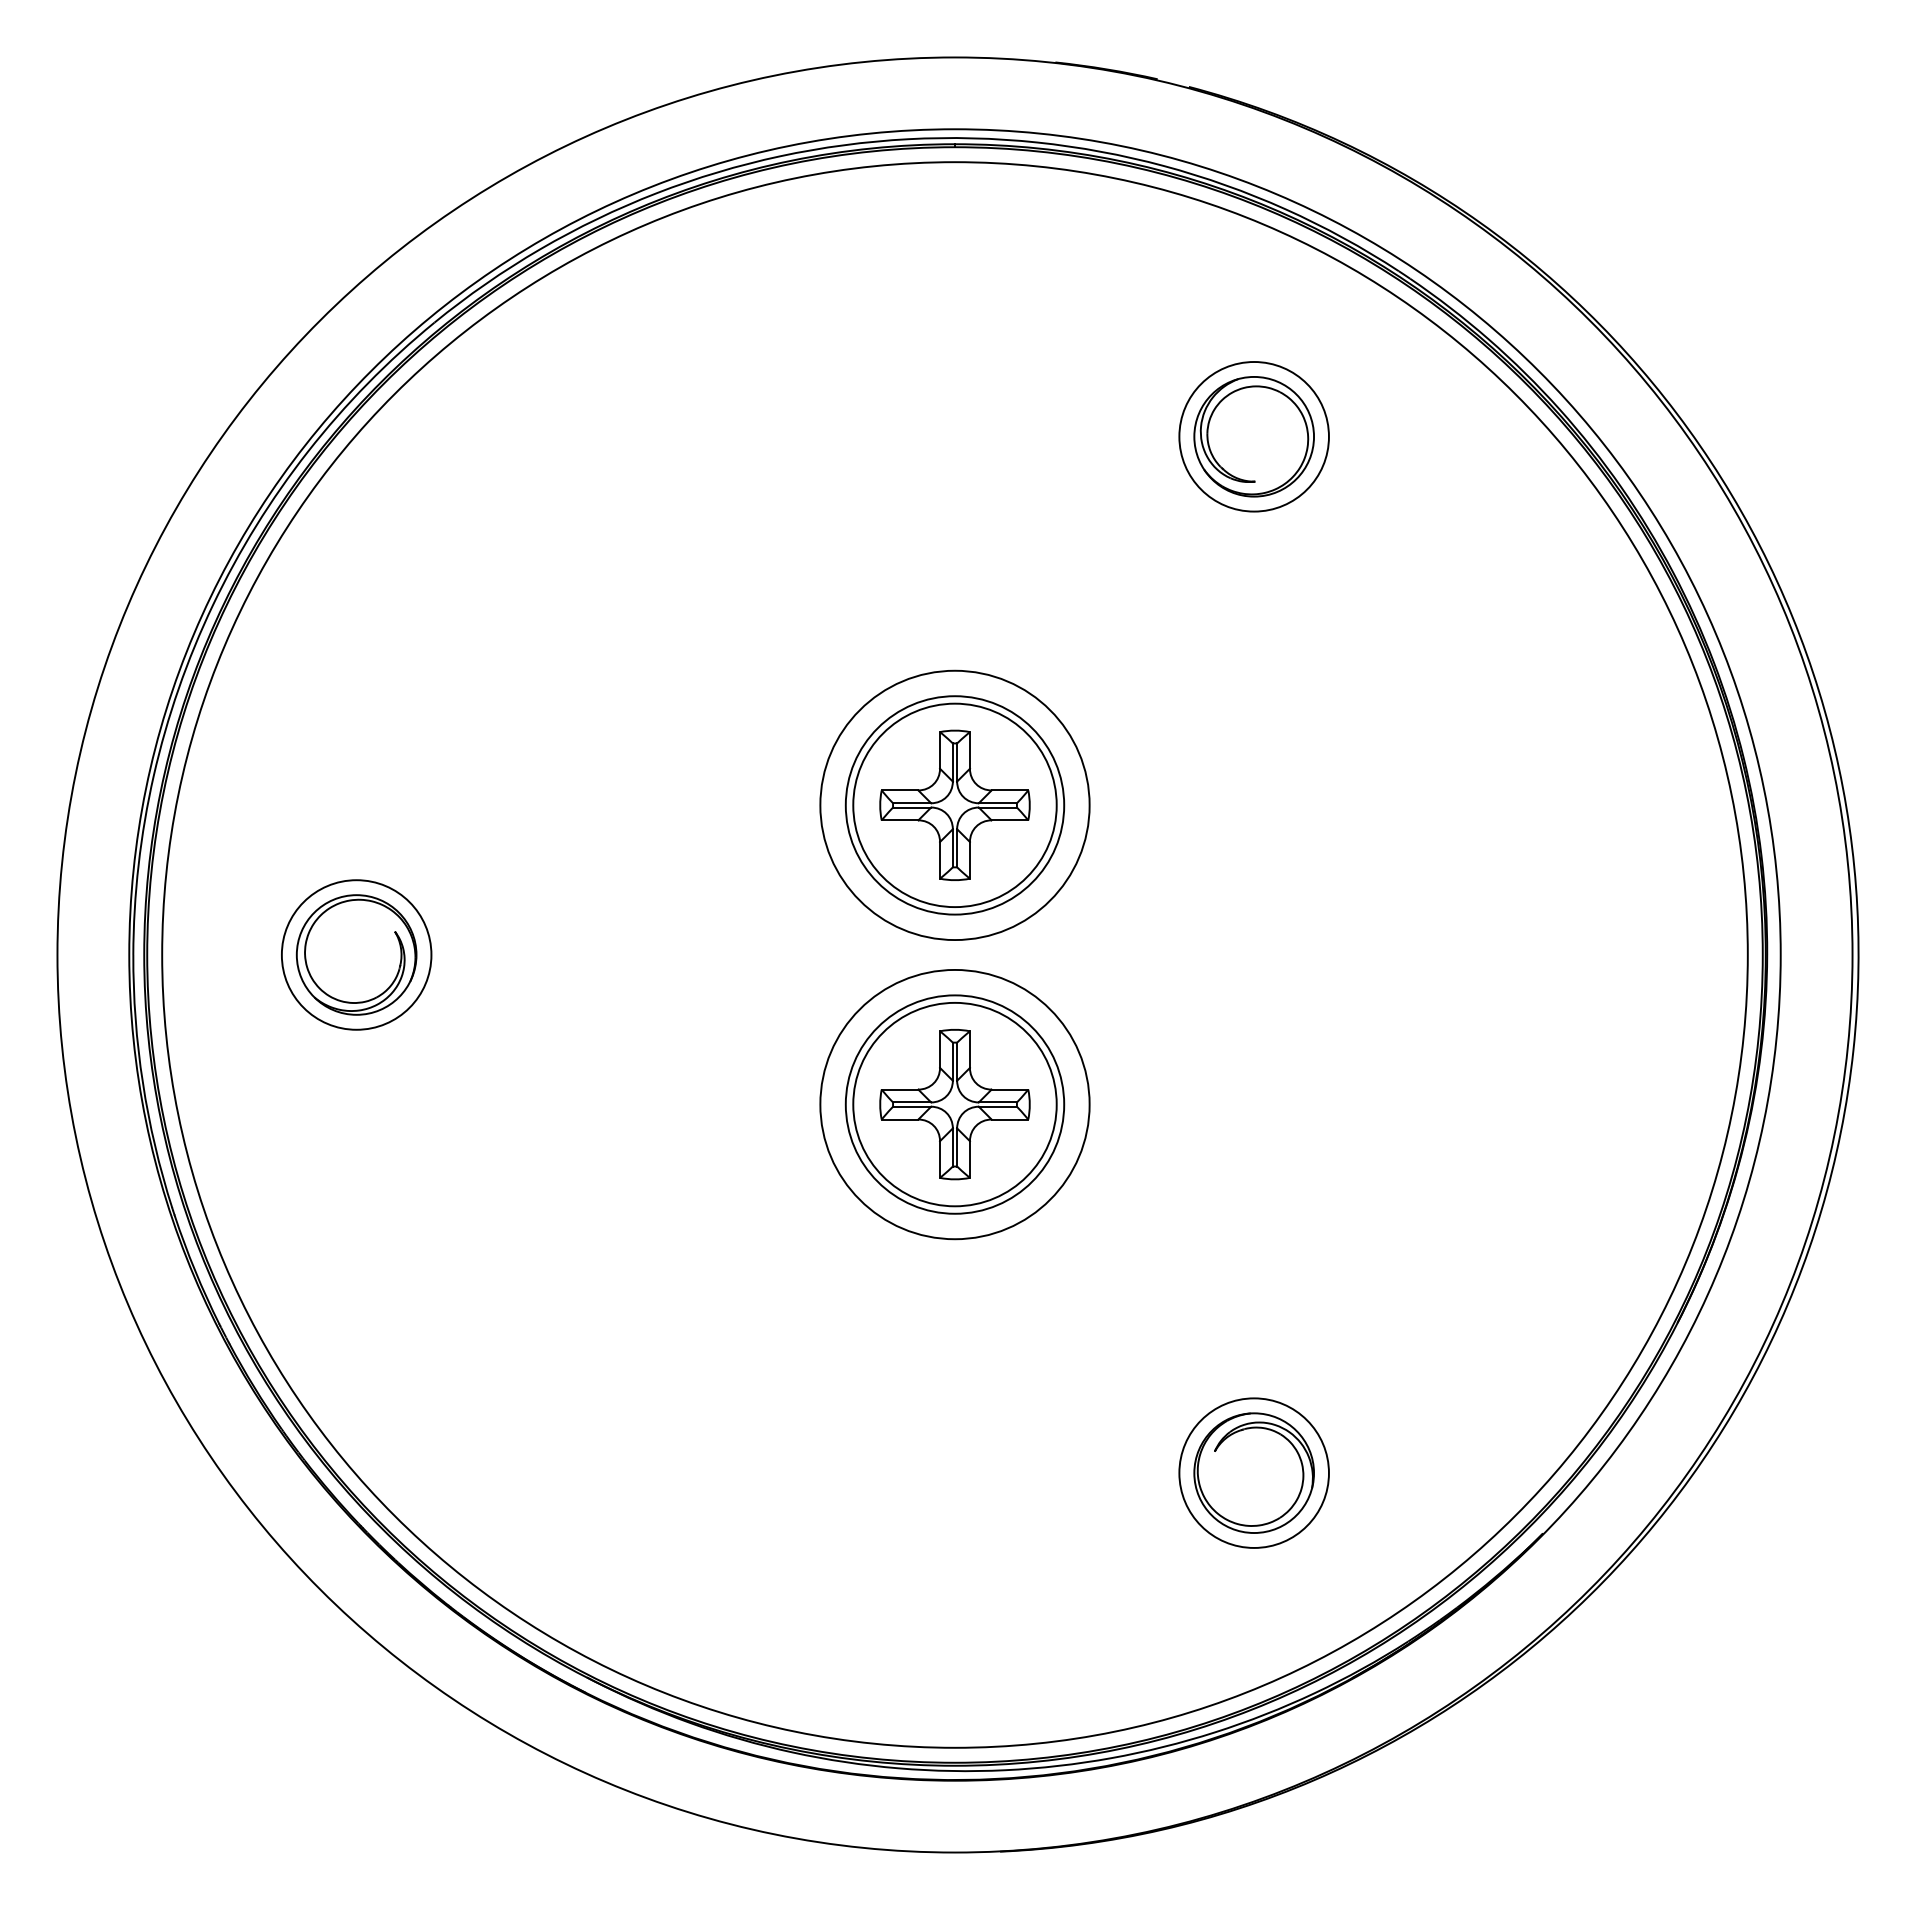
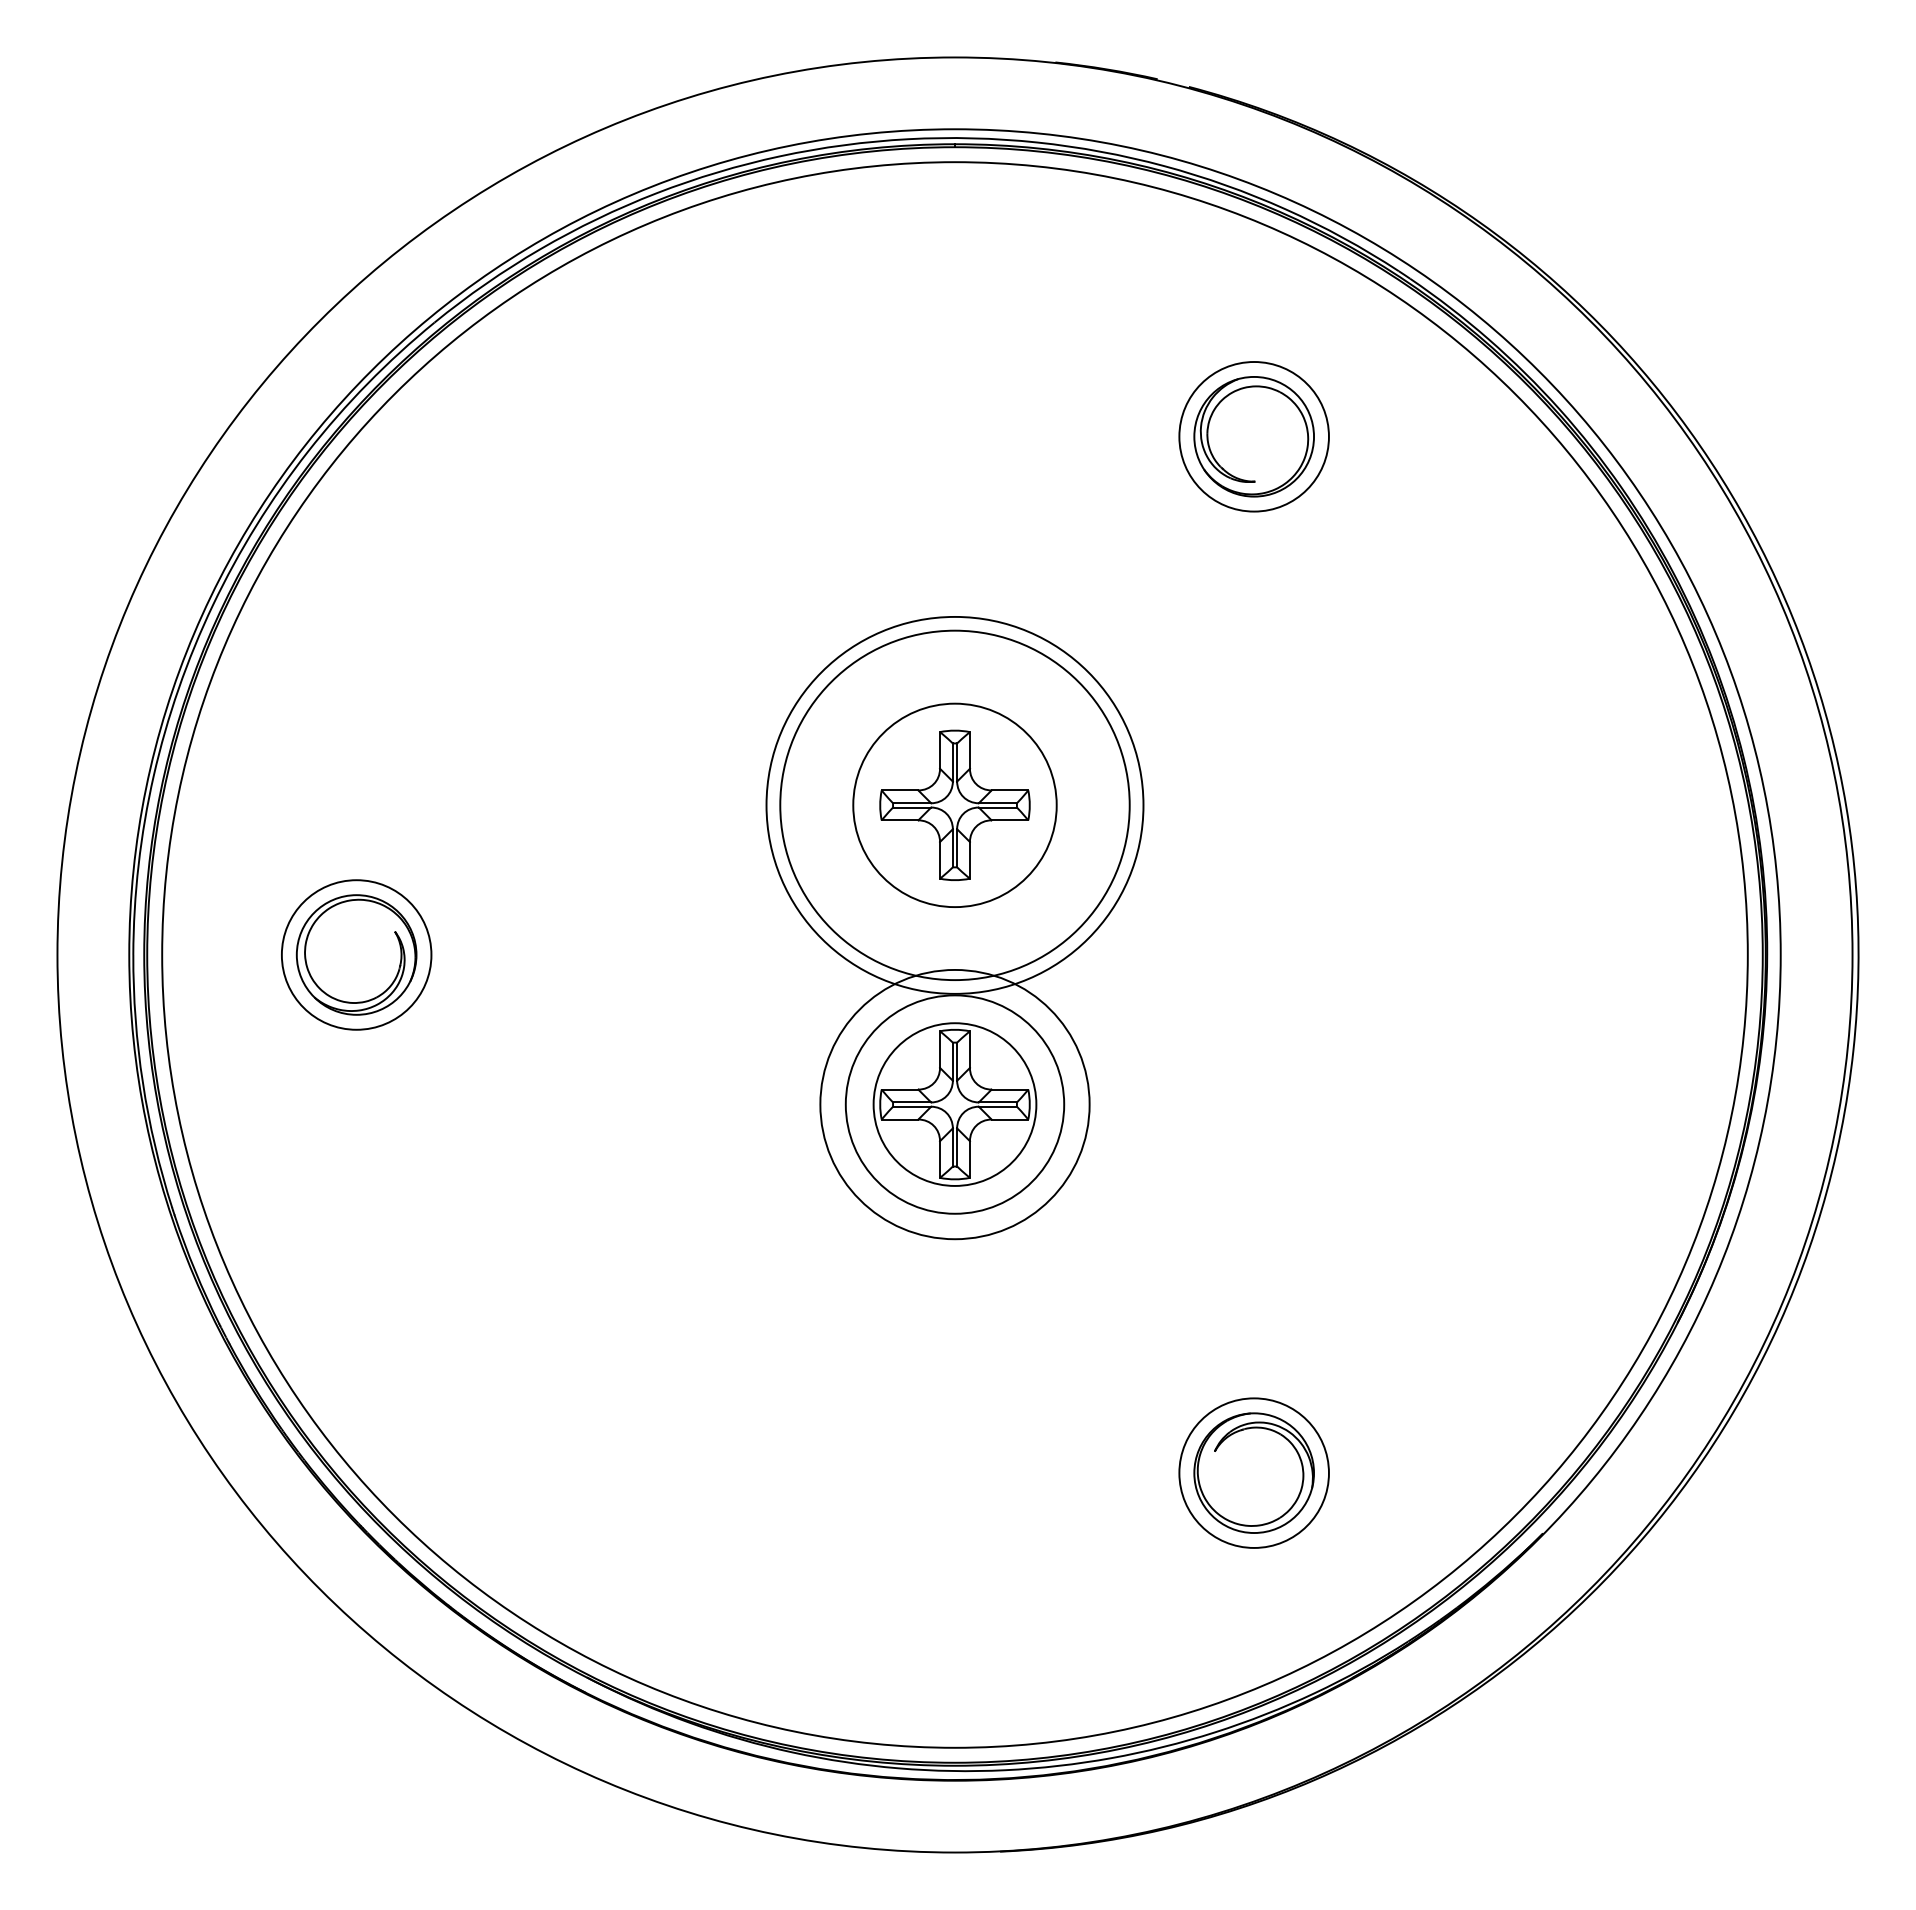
circle at (954, 805) diameter: 218 px -> 349 px
circle at (954, 805) diameter: 269 px -> 377 px
circle at (954, 1104) diameter: 203 px -> 163 px
